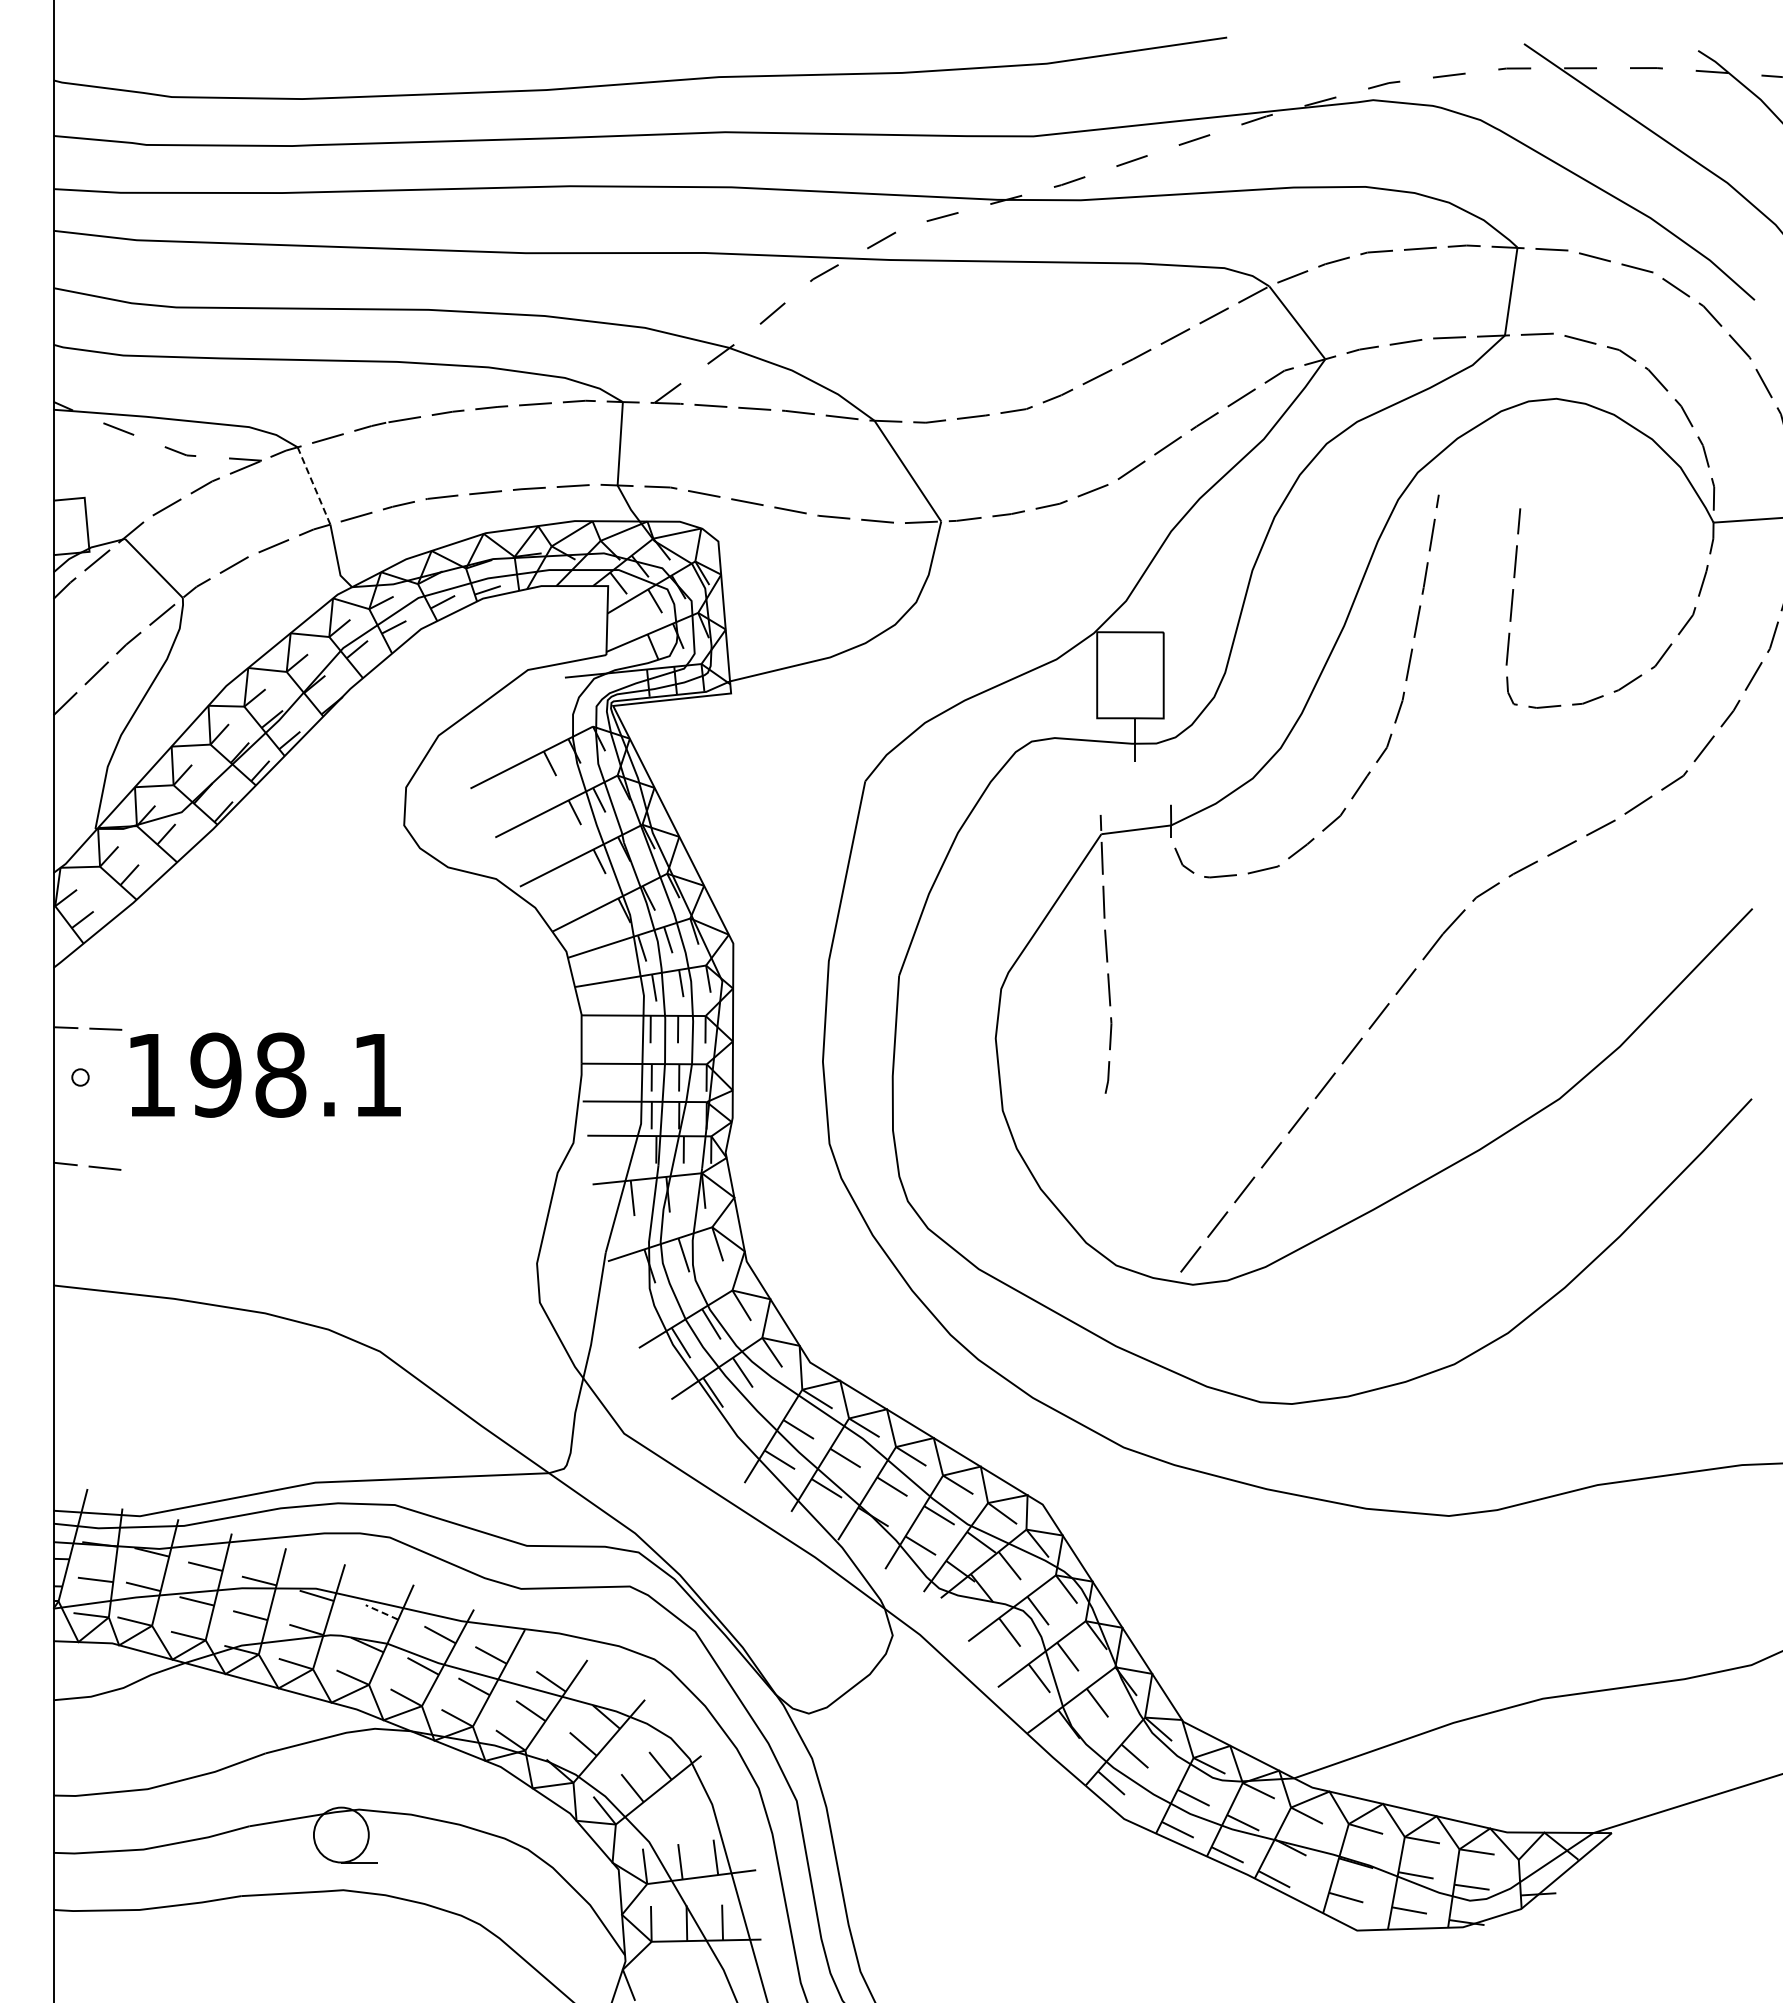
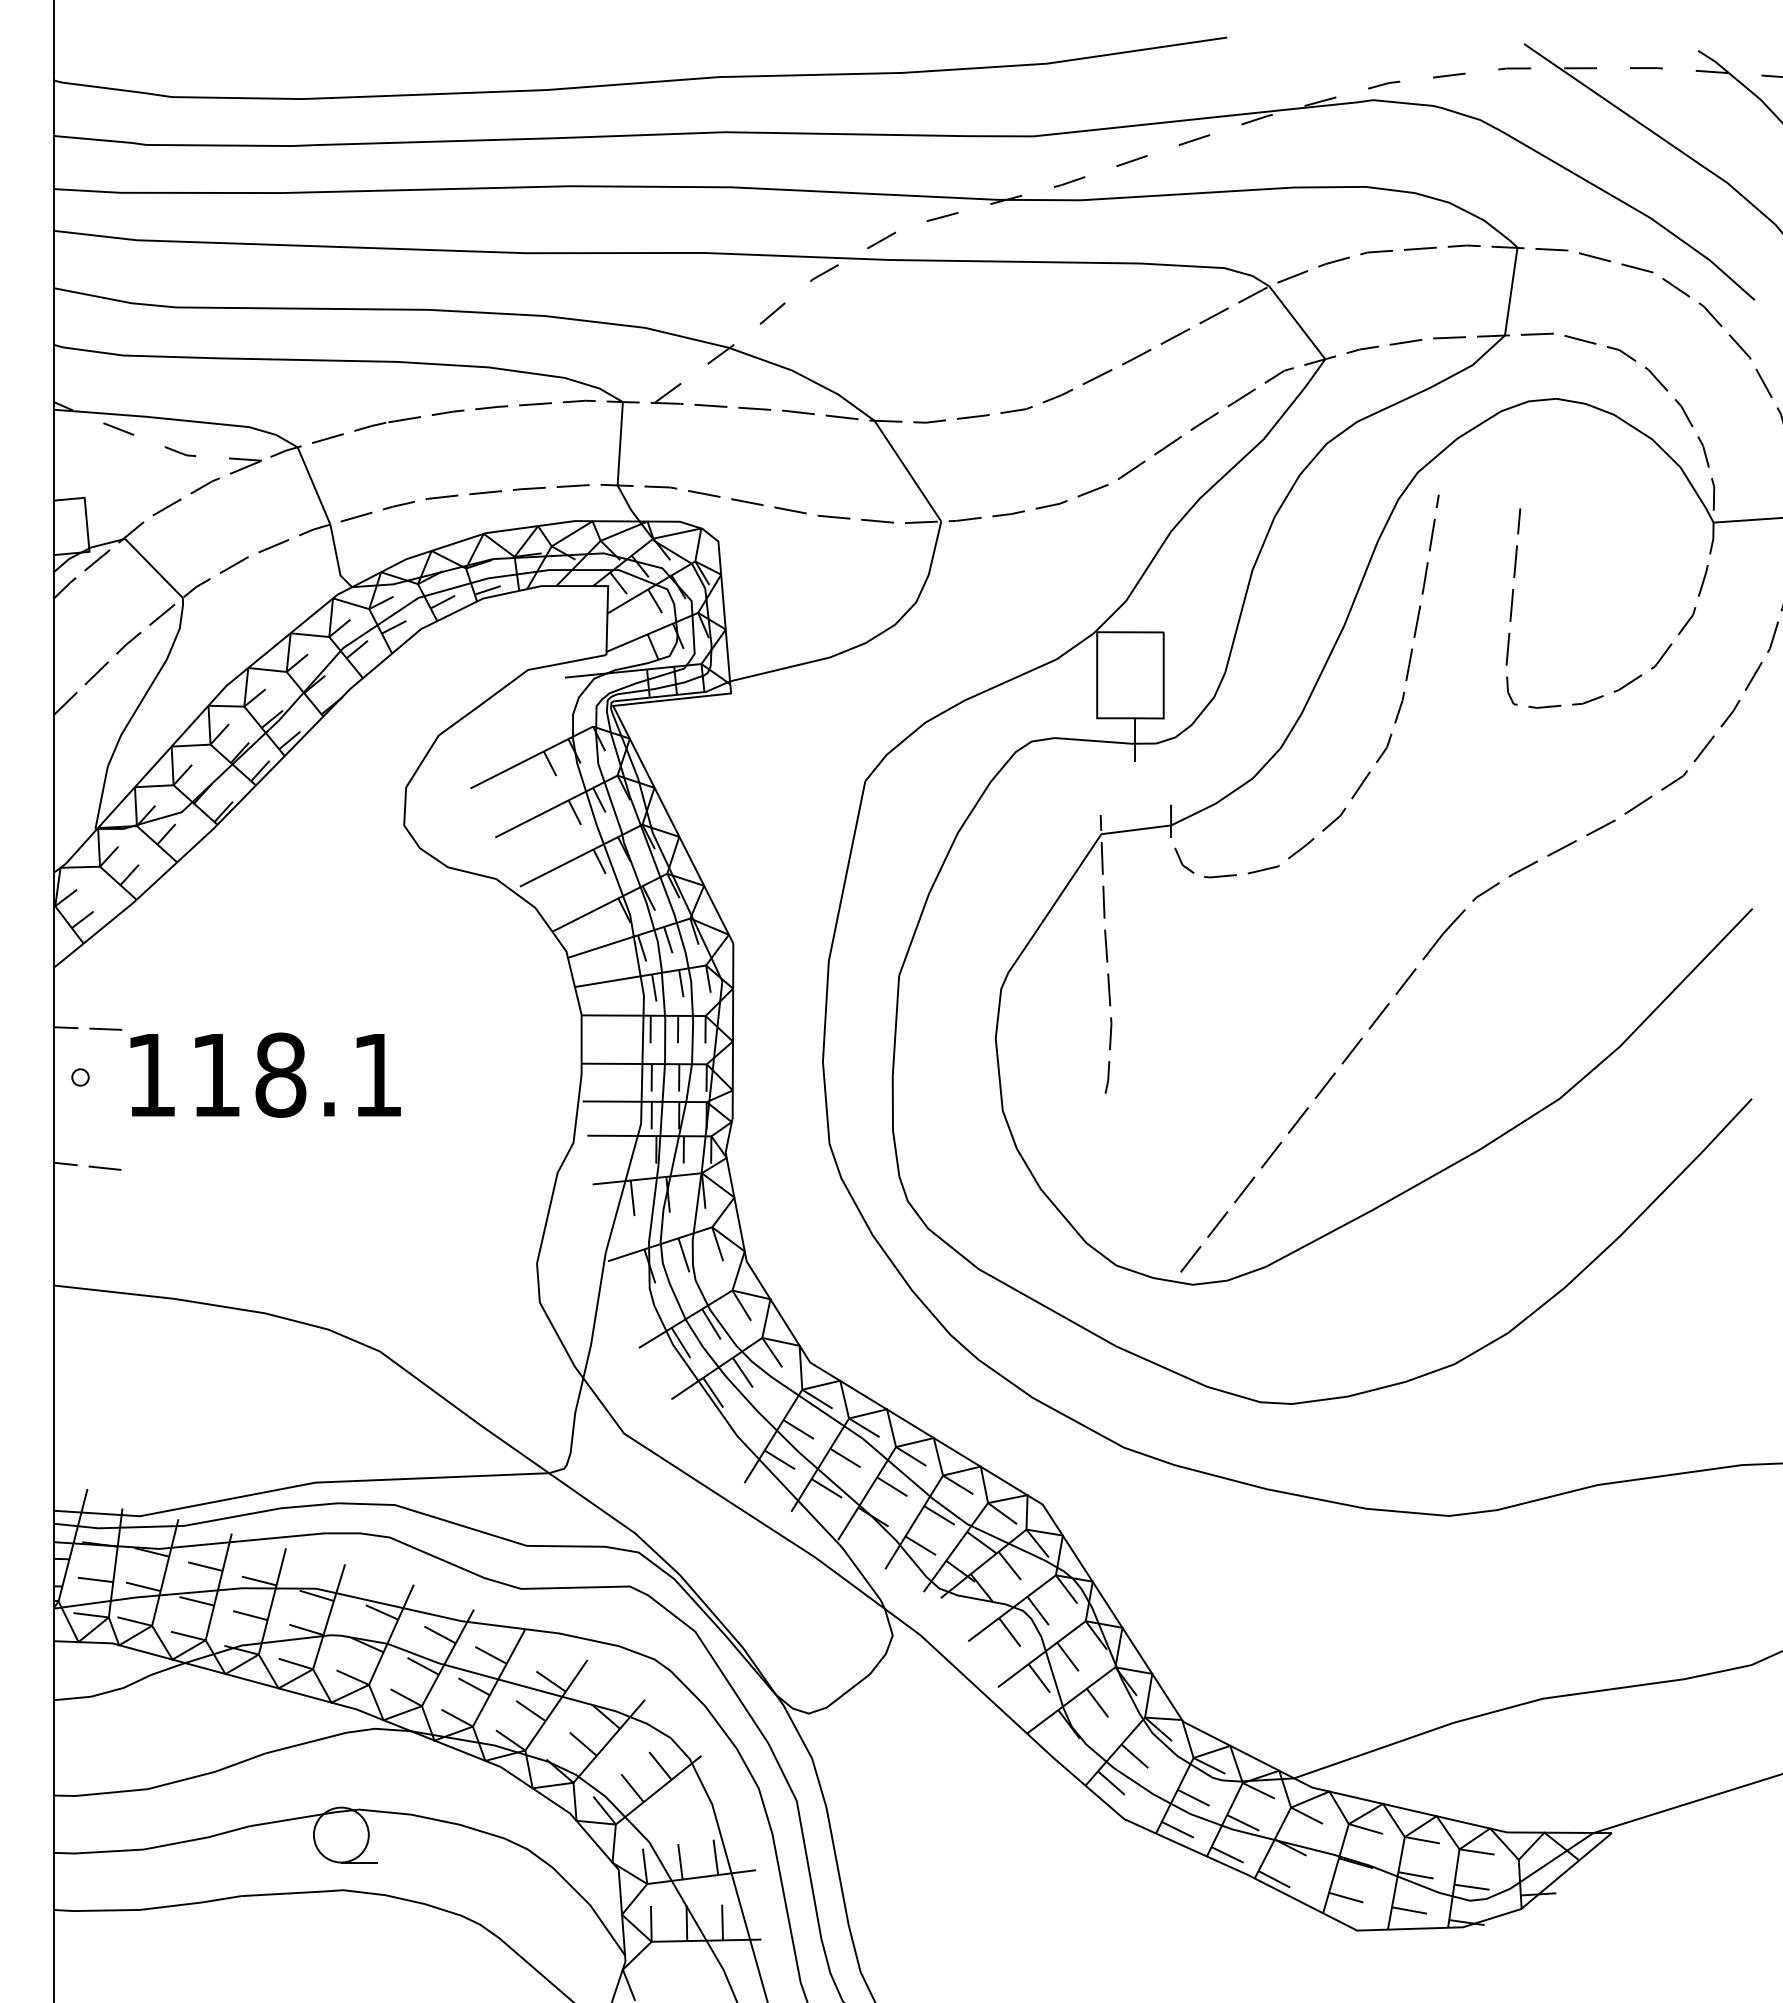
line at (314, 485): dashed -> solid
text at (215, 1074): 198.1 -> 118.1
line at (382, 1612): dashed -> solid
